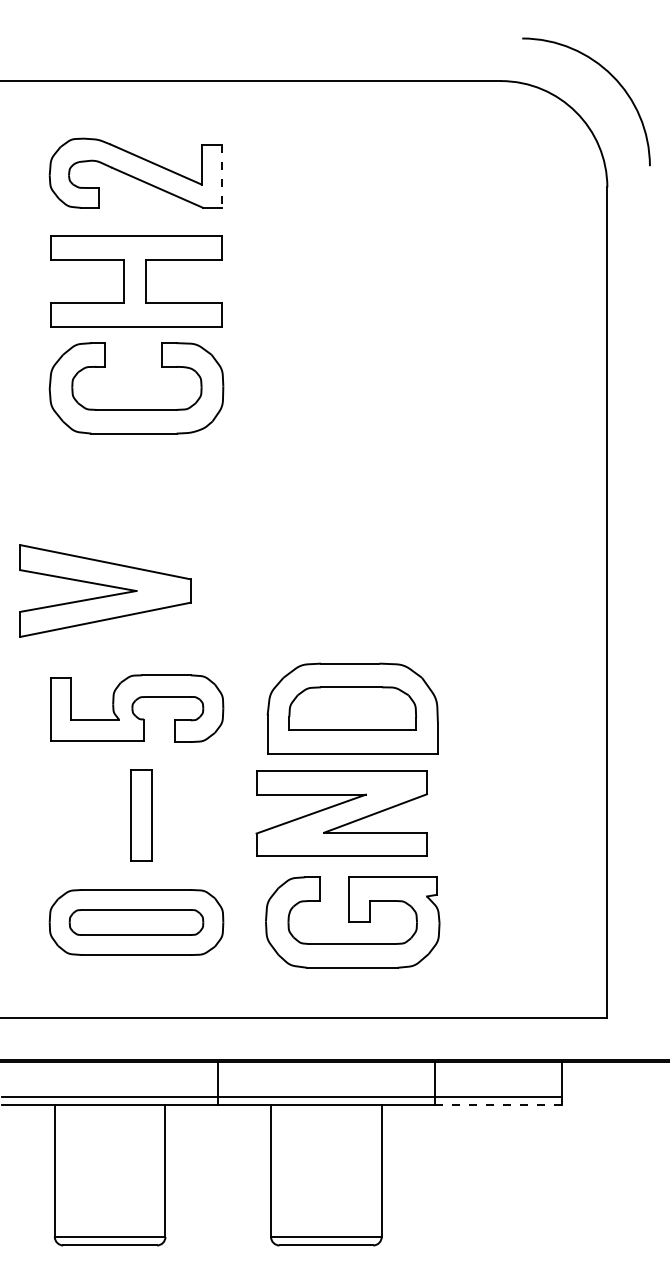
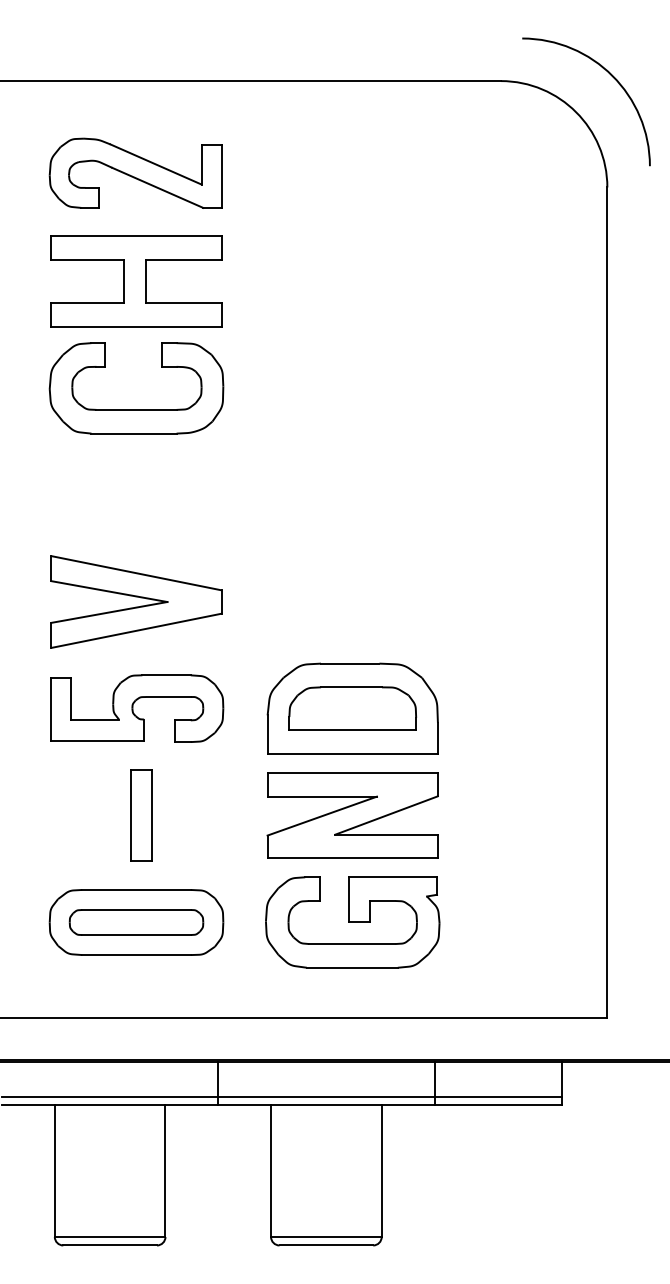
line at (221, 176): dashed -> solid
part at (105, 590) position: (105, 590) -> (136, 601)
part at (341, 813) position: (341, 813) -> (352, 815)
line at (498, 1105): dashed -> solid
